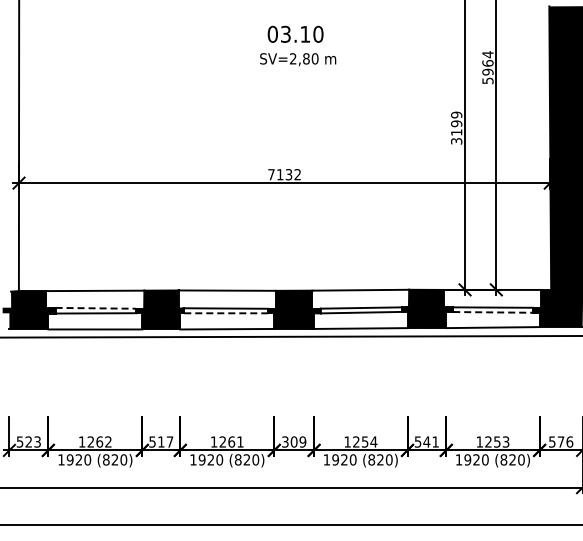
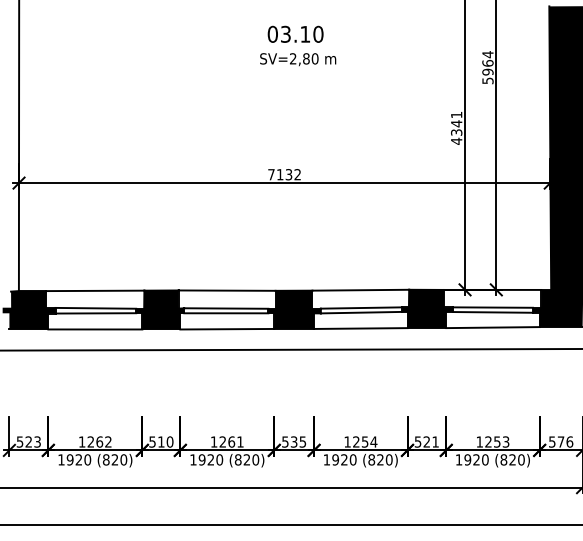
text at (456, 127): 3199 -> 4341
line at (96, 308): dashed -> solid
line at (493, 312): dashed -> solid
line at (226, 313): dashed -> solid
line at (290, 336) position: (290, 336) -> (290, 349)
text at (169, 441): 517 -> 510
text at (294, 441): 309 -> 535
text at (426, 441): 541 -> 521
